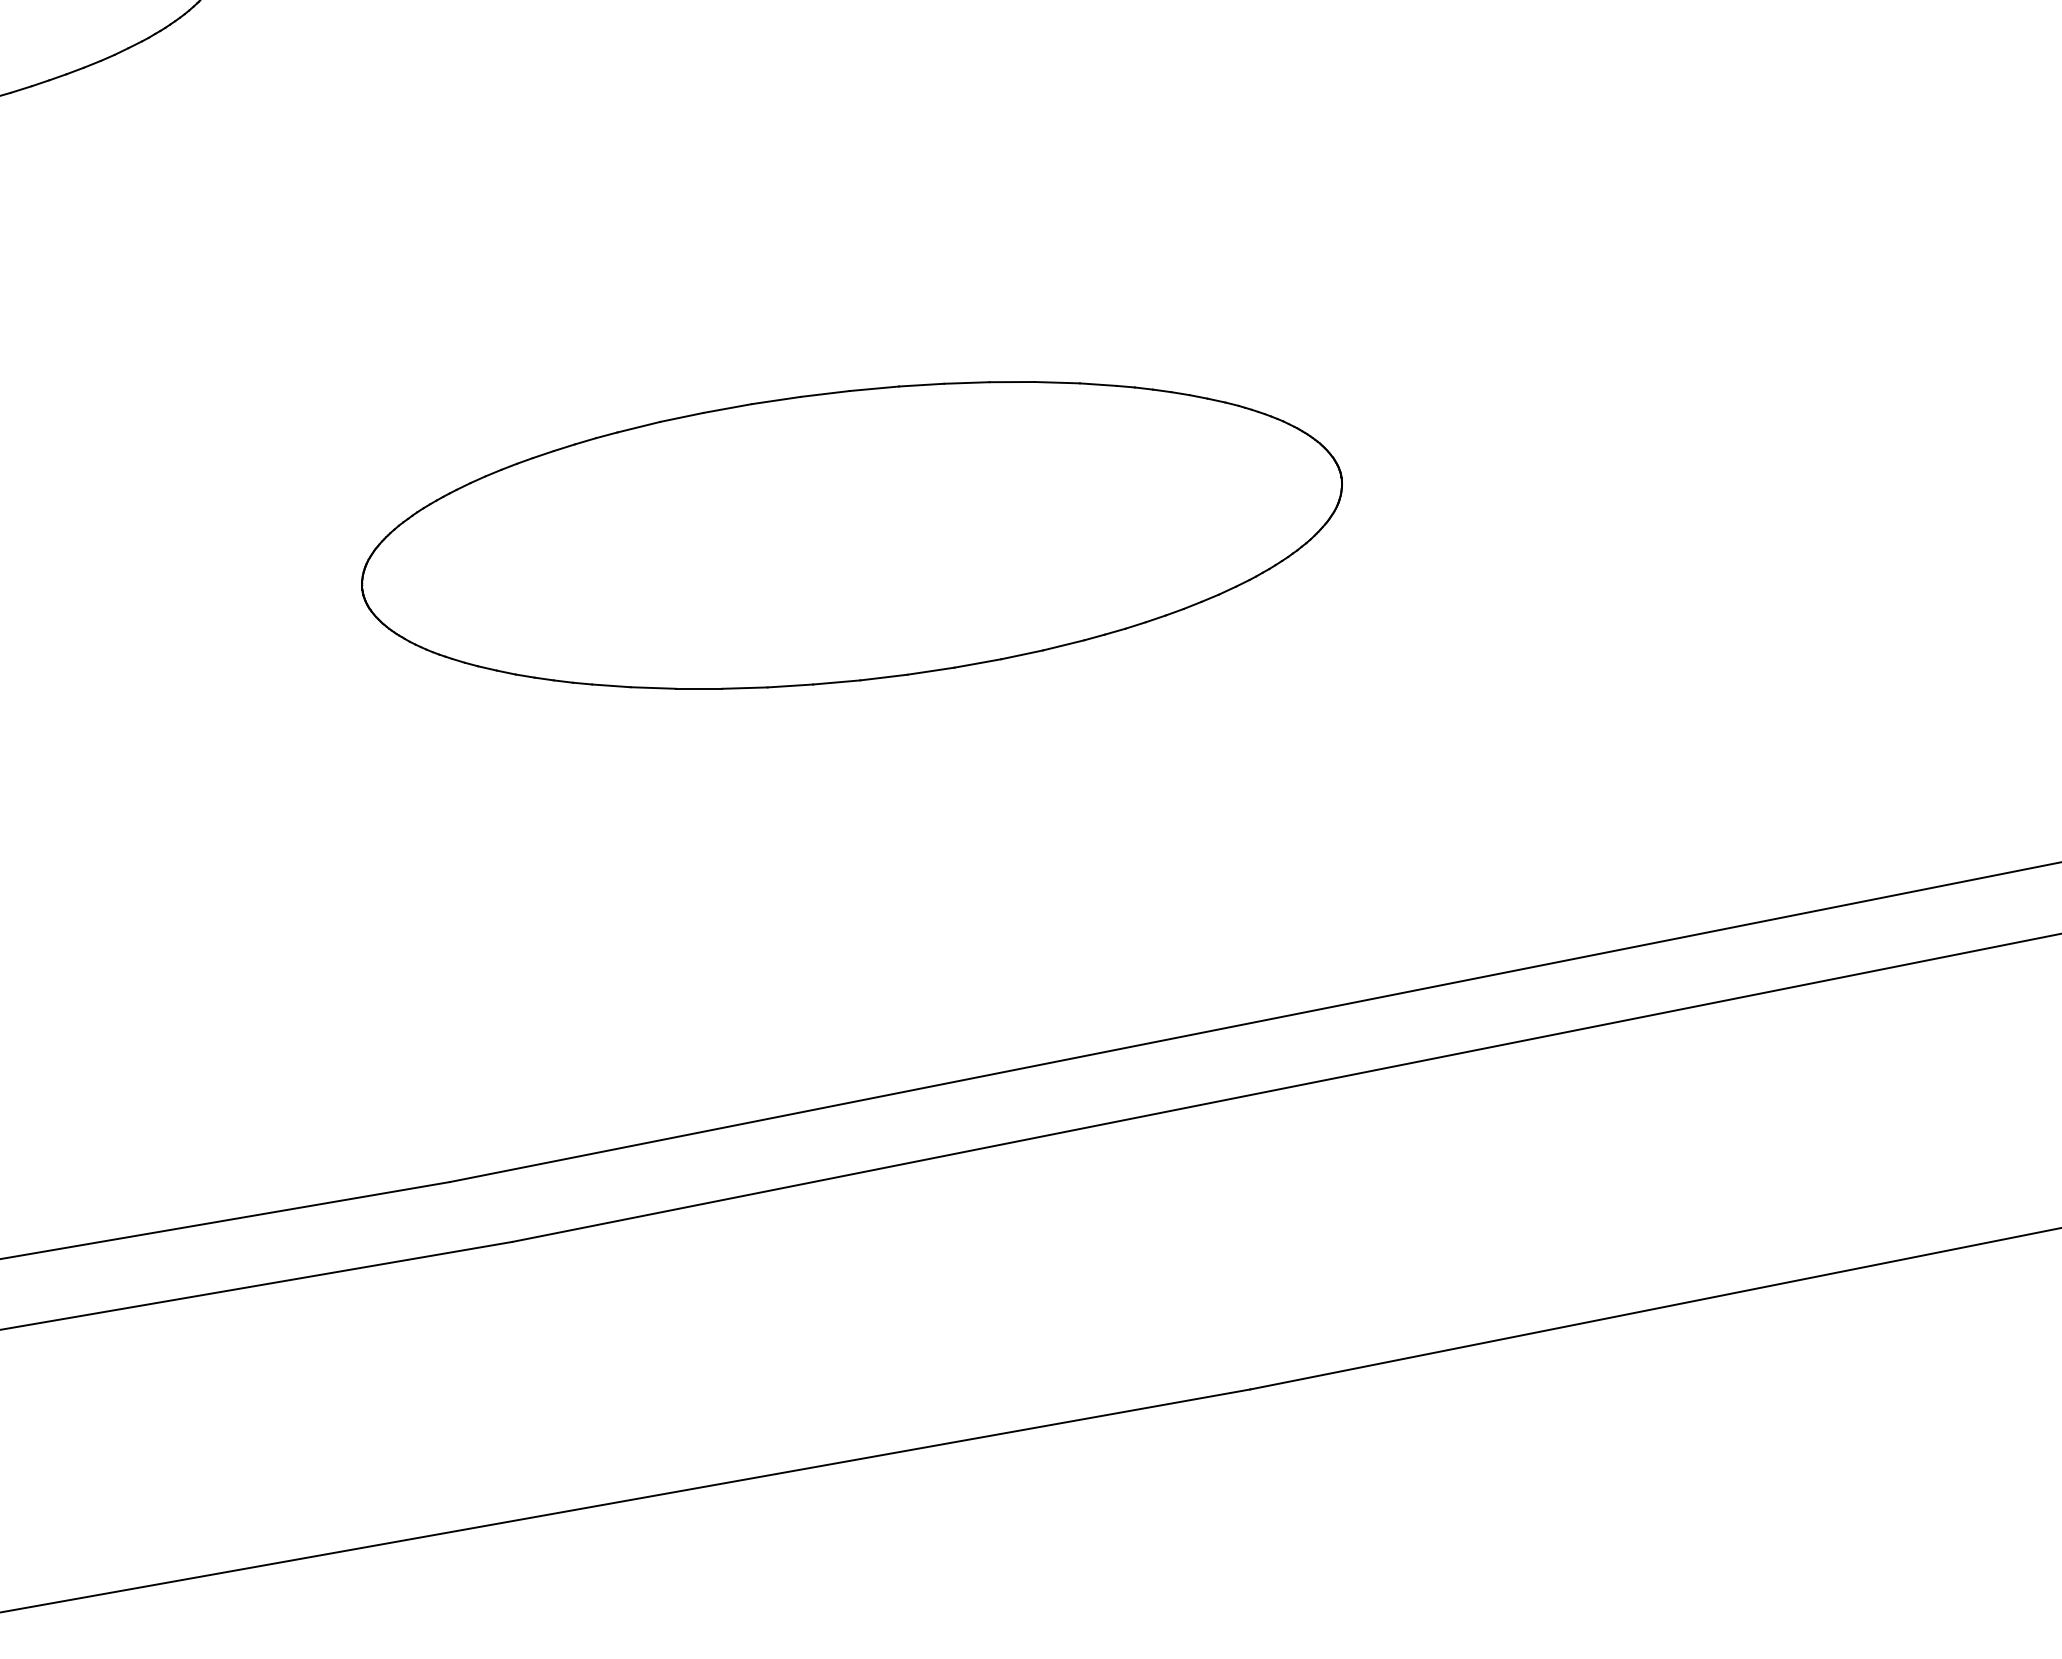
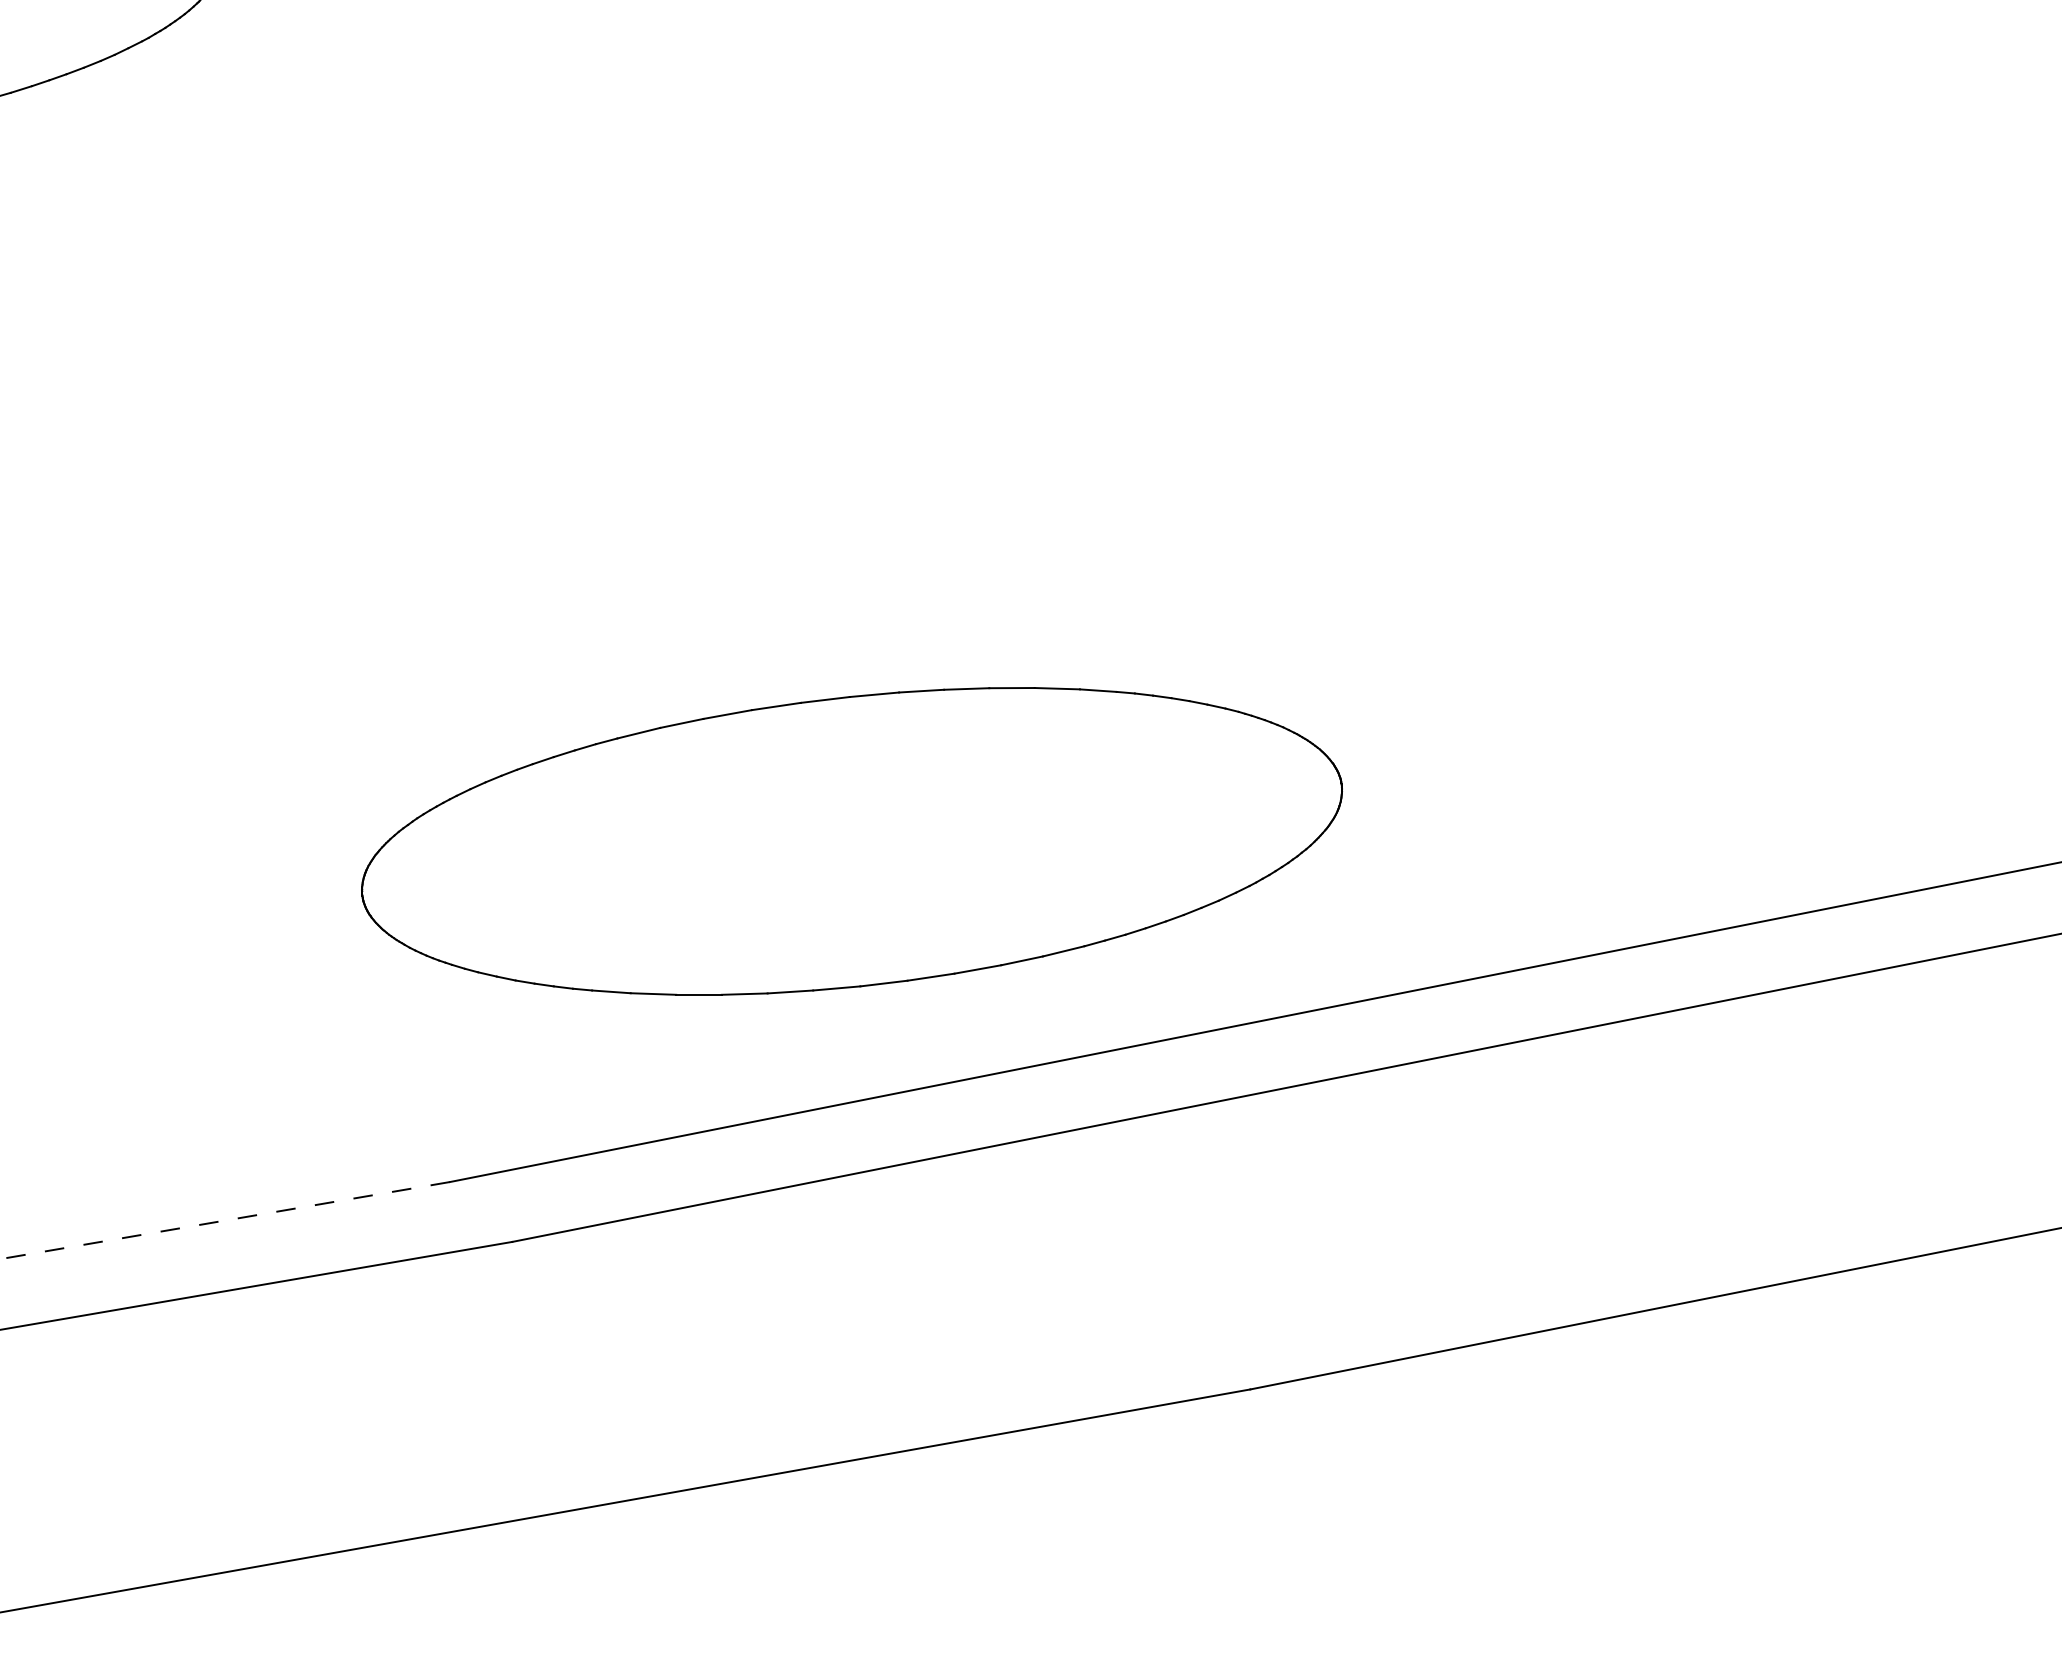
part at (851, 535) position: (851, 535) -> (851, 841)
line at (225, 1220): solid -> dashed
